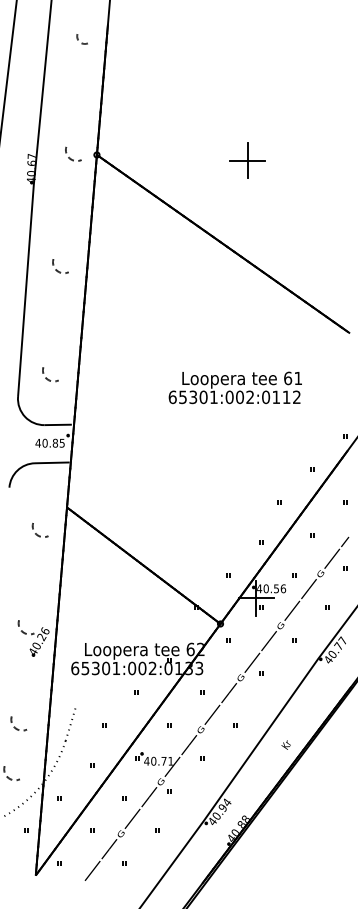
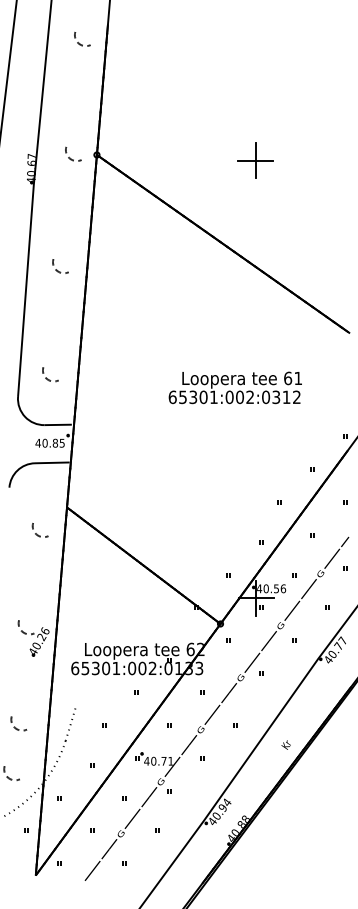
part at (81, 39) size: 12x11 px -> 17x16 px
part at (247, 160) position: (247, 160) -> (255, 160)
text at (276, 397): 65301:002:0112 -> 65301:002:0312
